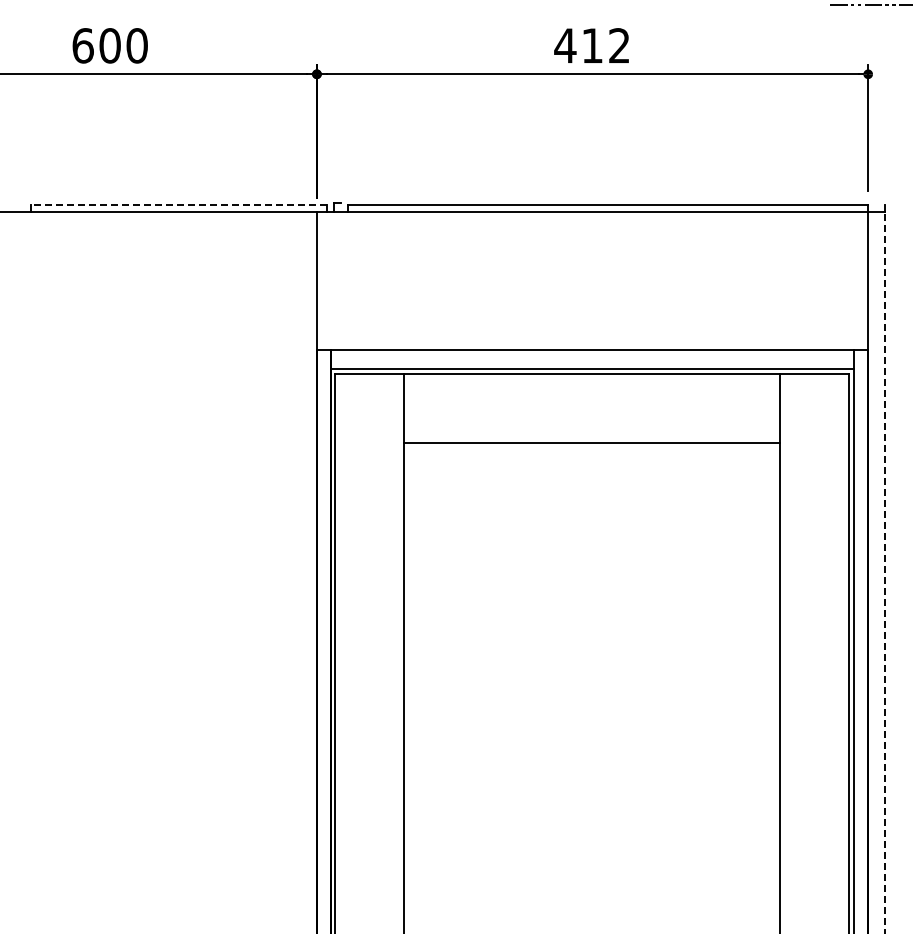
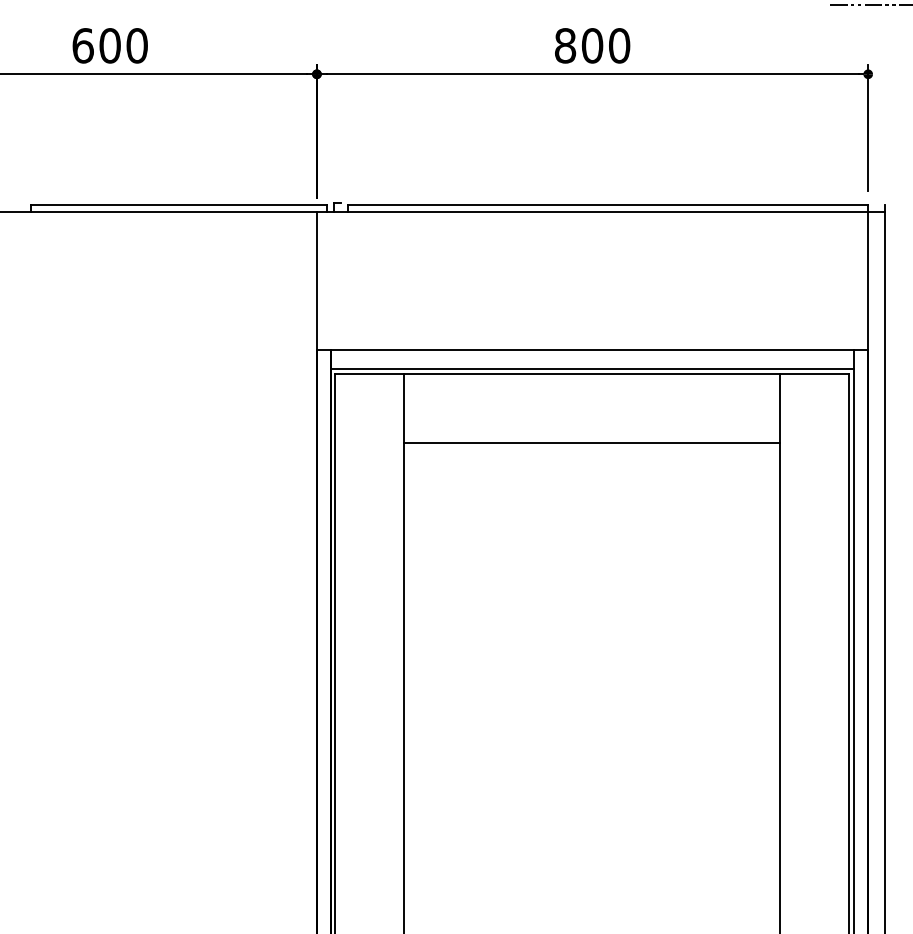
text at (592, 45): 412 -> 800
line at (178, 205): dashed -> solid
line at (885, 572): dashed -> solid
